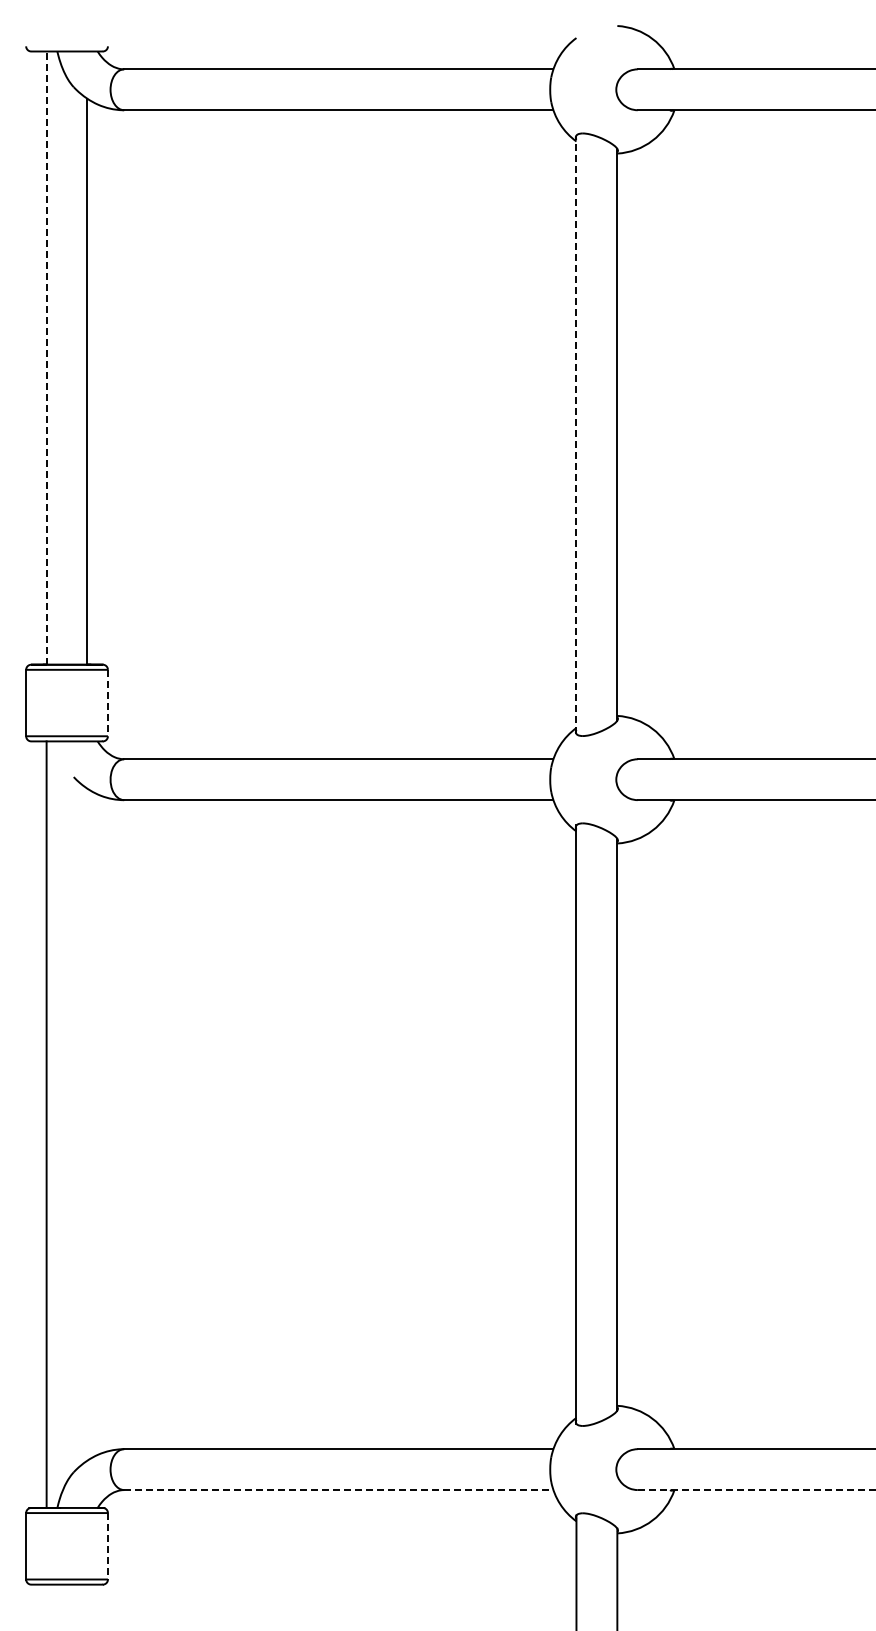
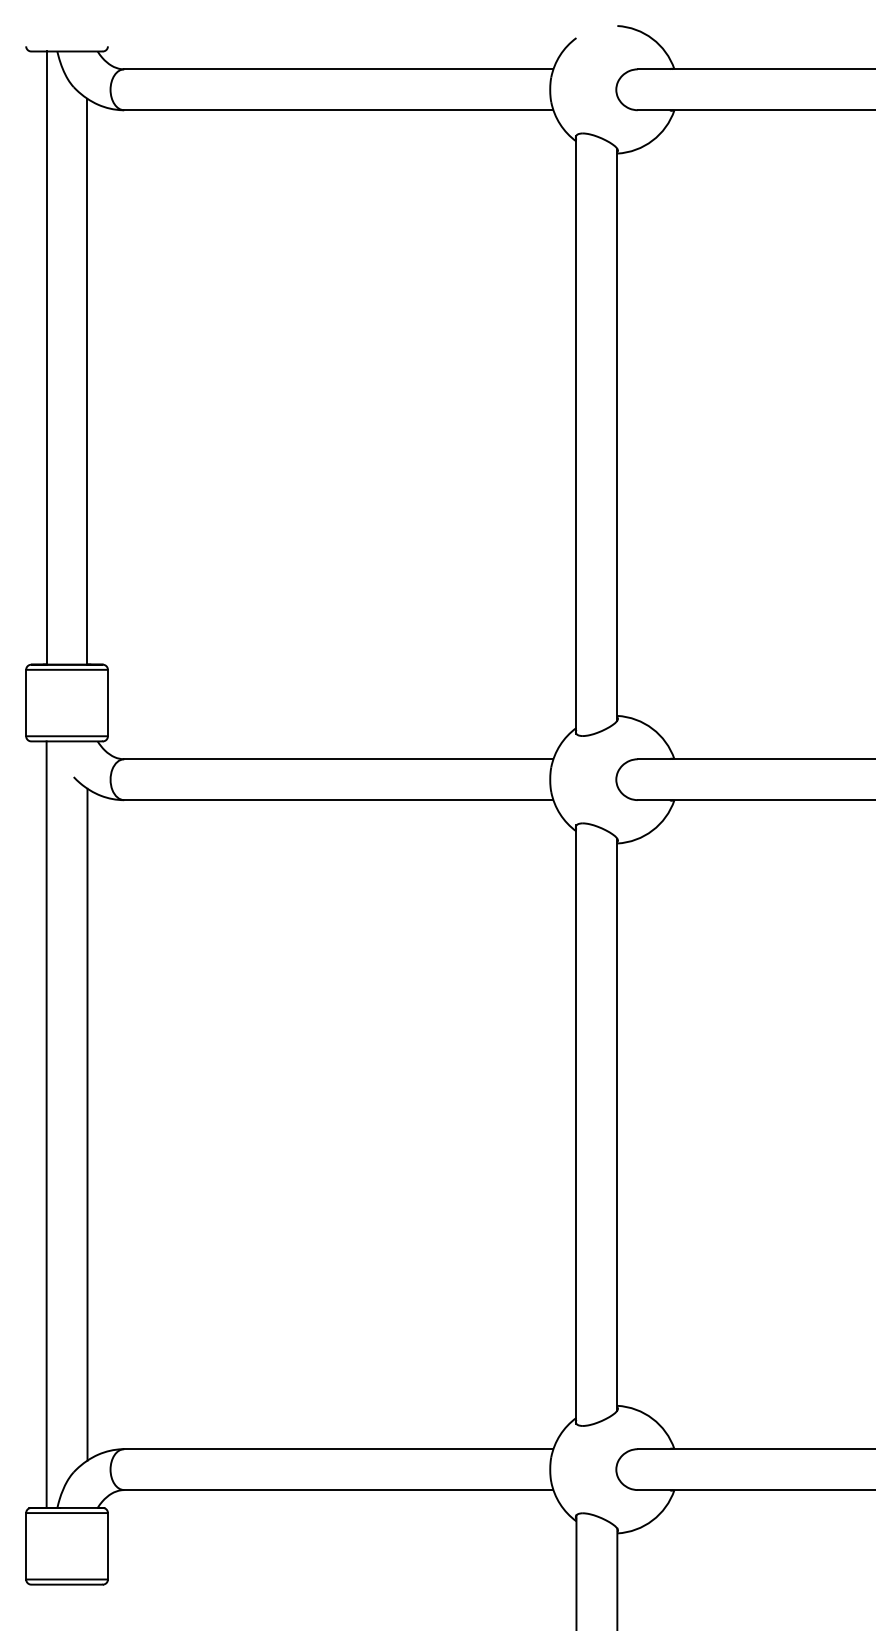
line at (46, 358): dashed -> solid
line at (576, 434): dashed -> solid
line at (107, 703): dashed -> solid
line at (87, 1124): none -> present
line at (338, 1490): dashed -> solid
line at (756, 1490): dashed -> solid
line at (107, 1546): dashed -> solid
